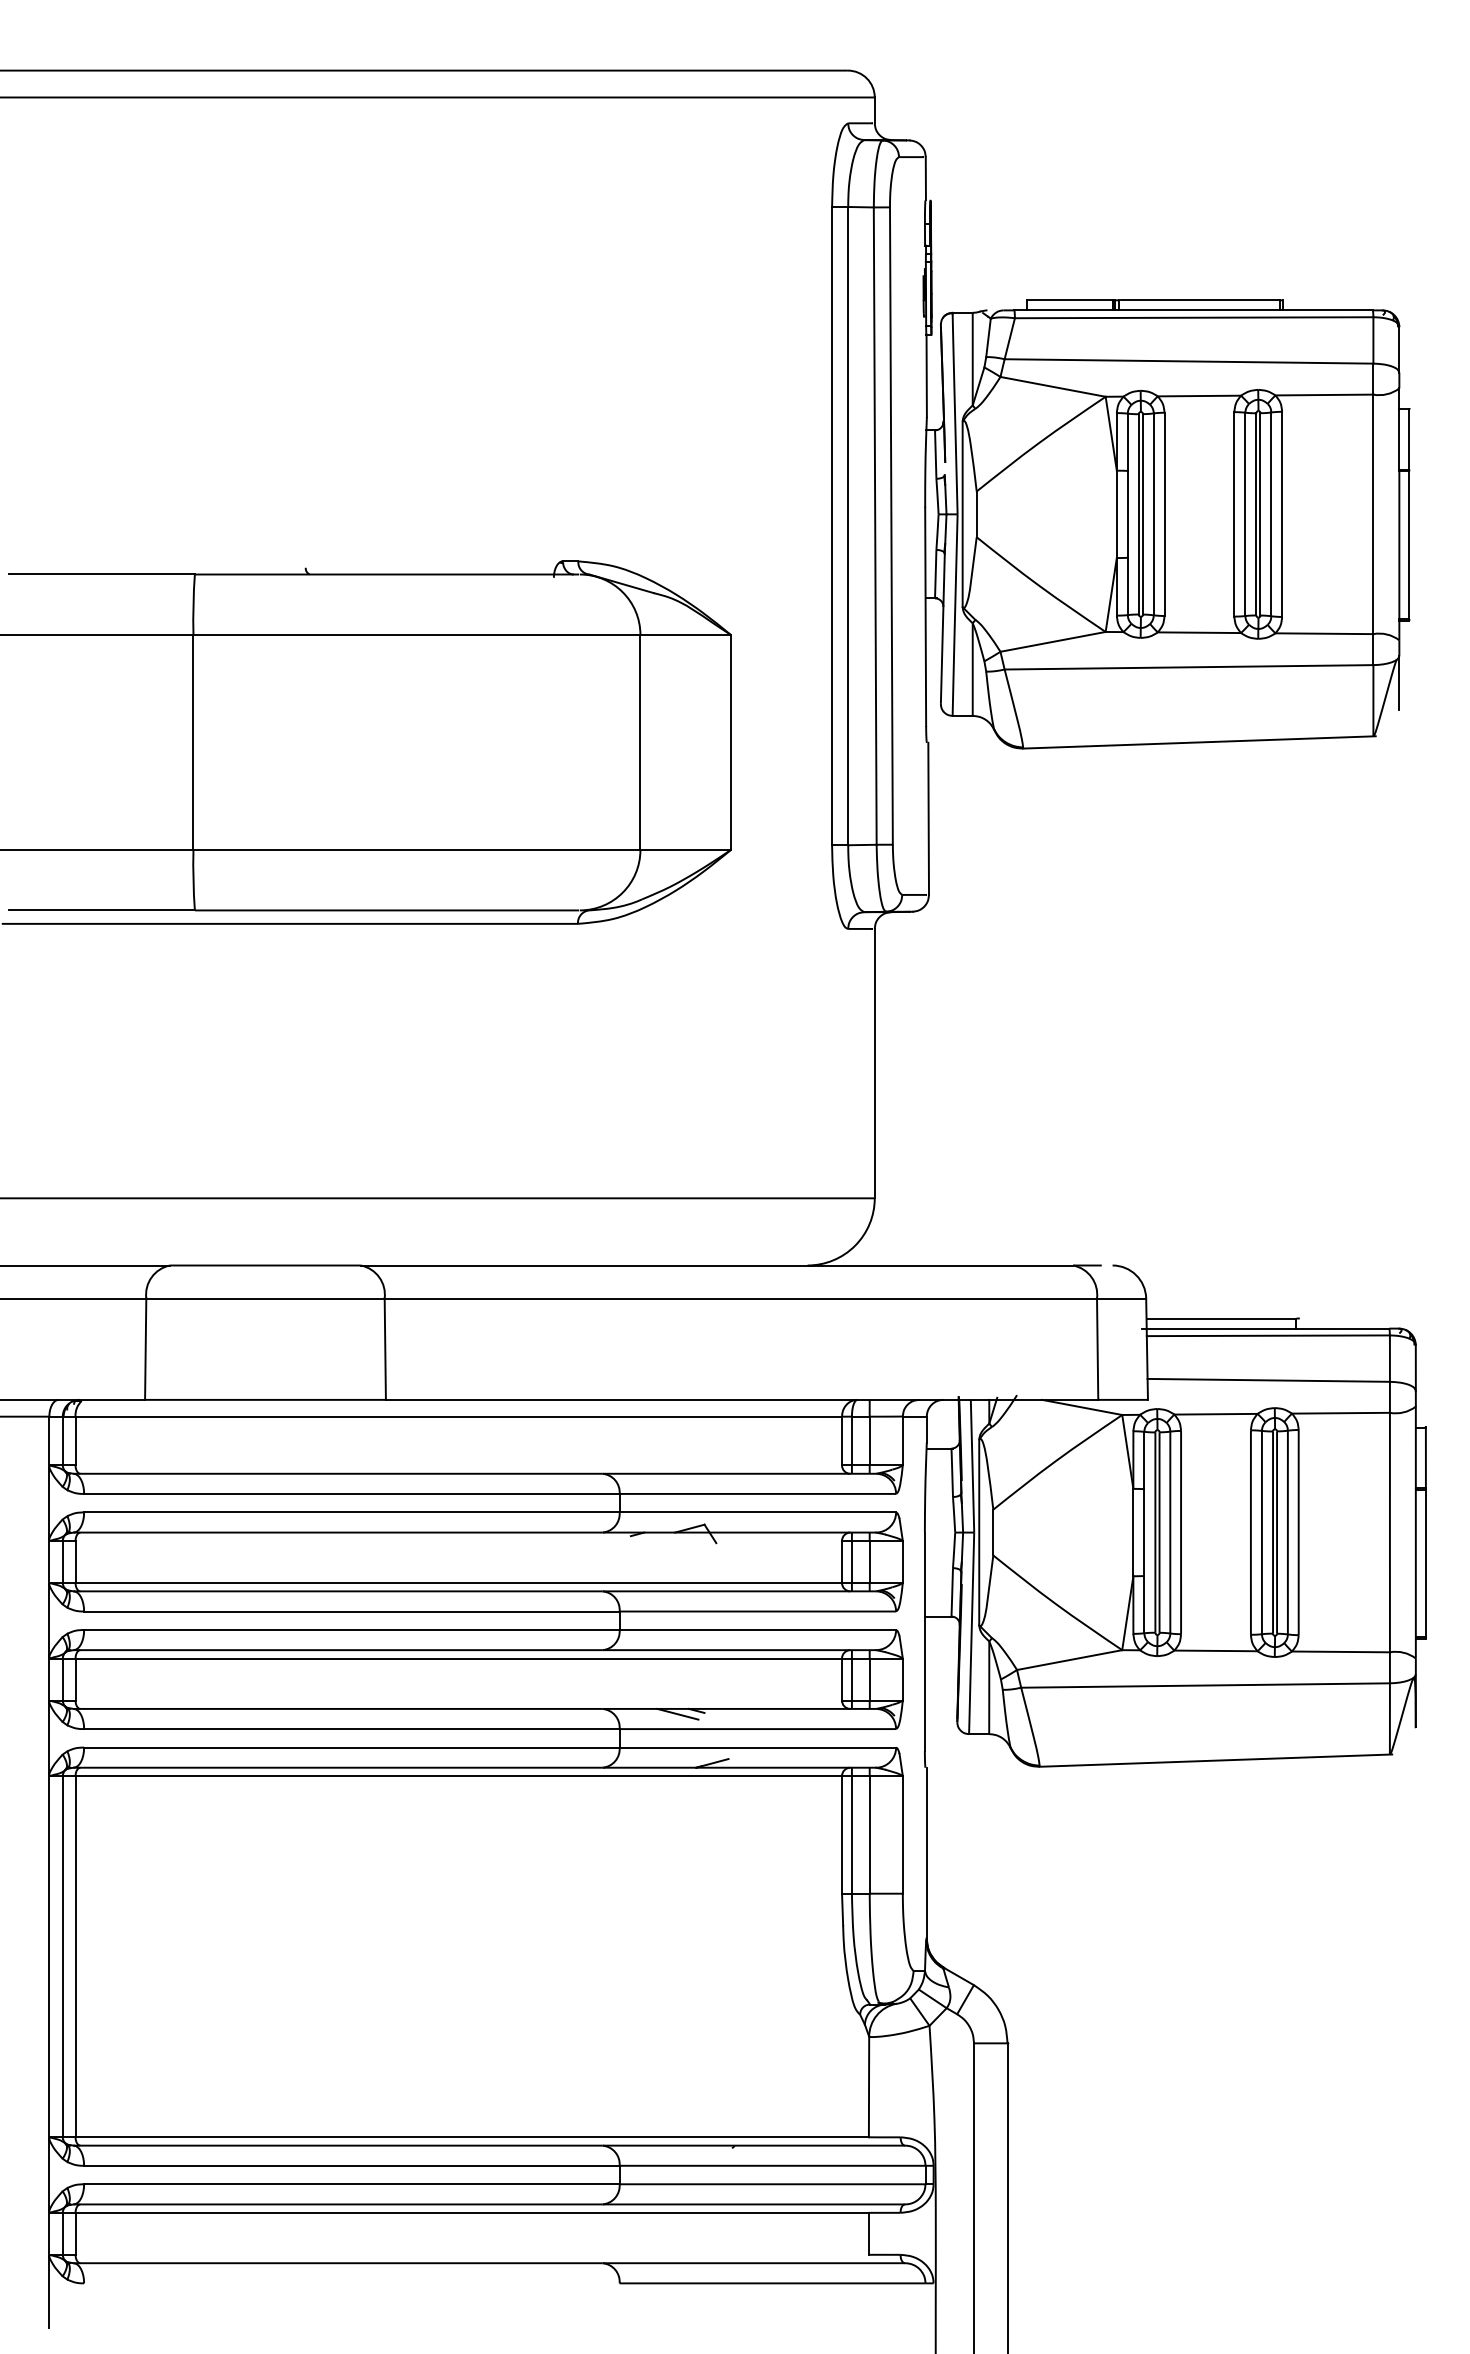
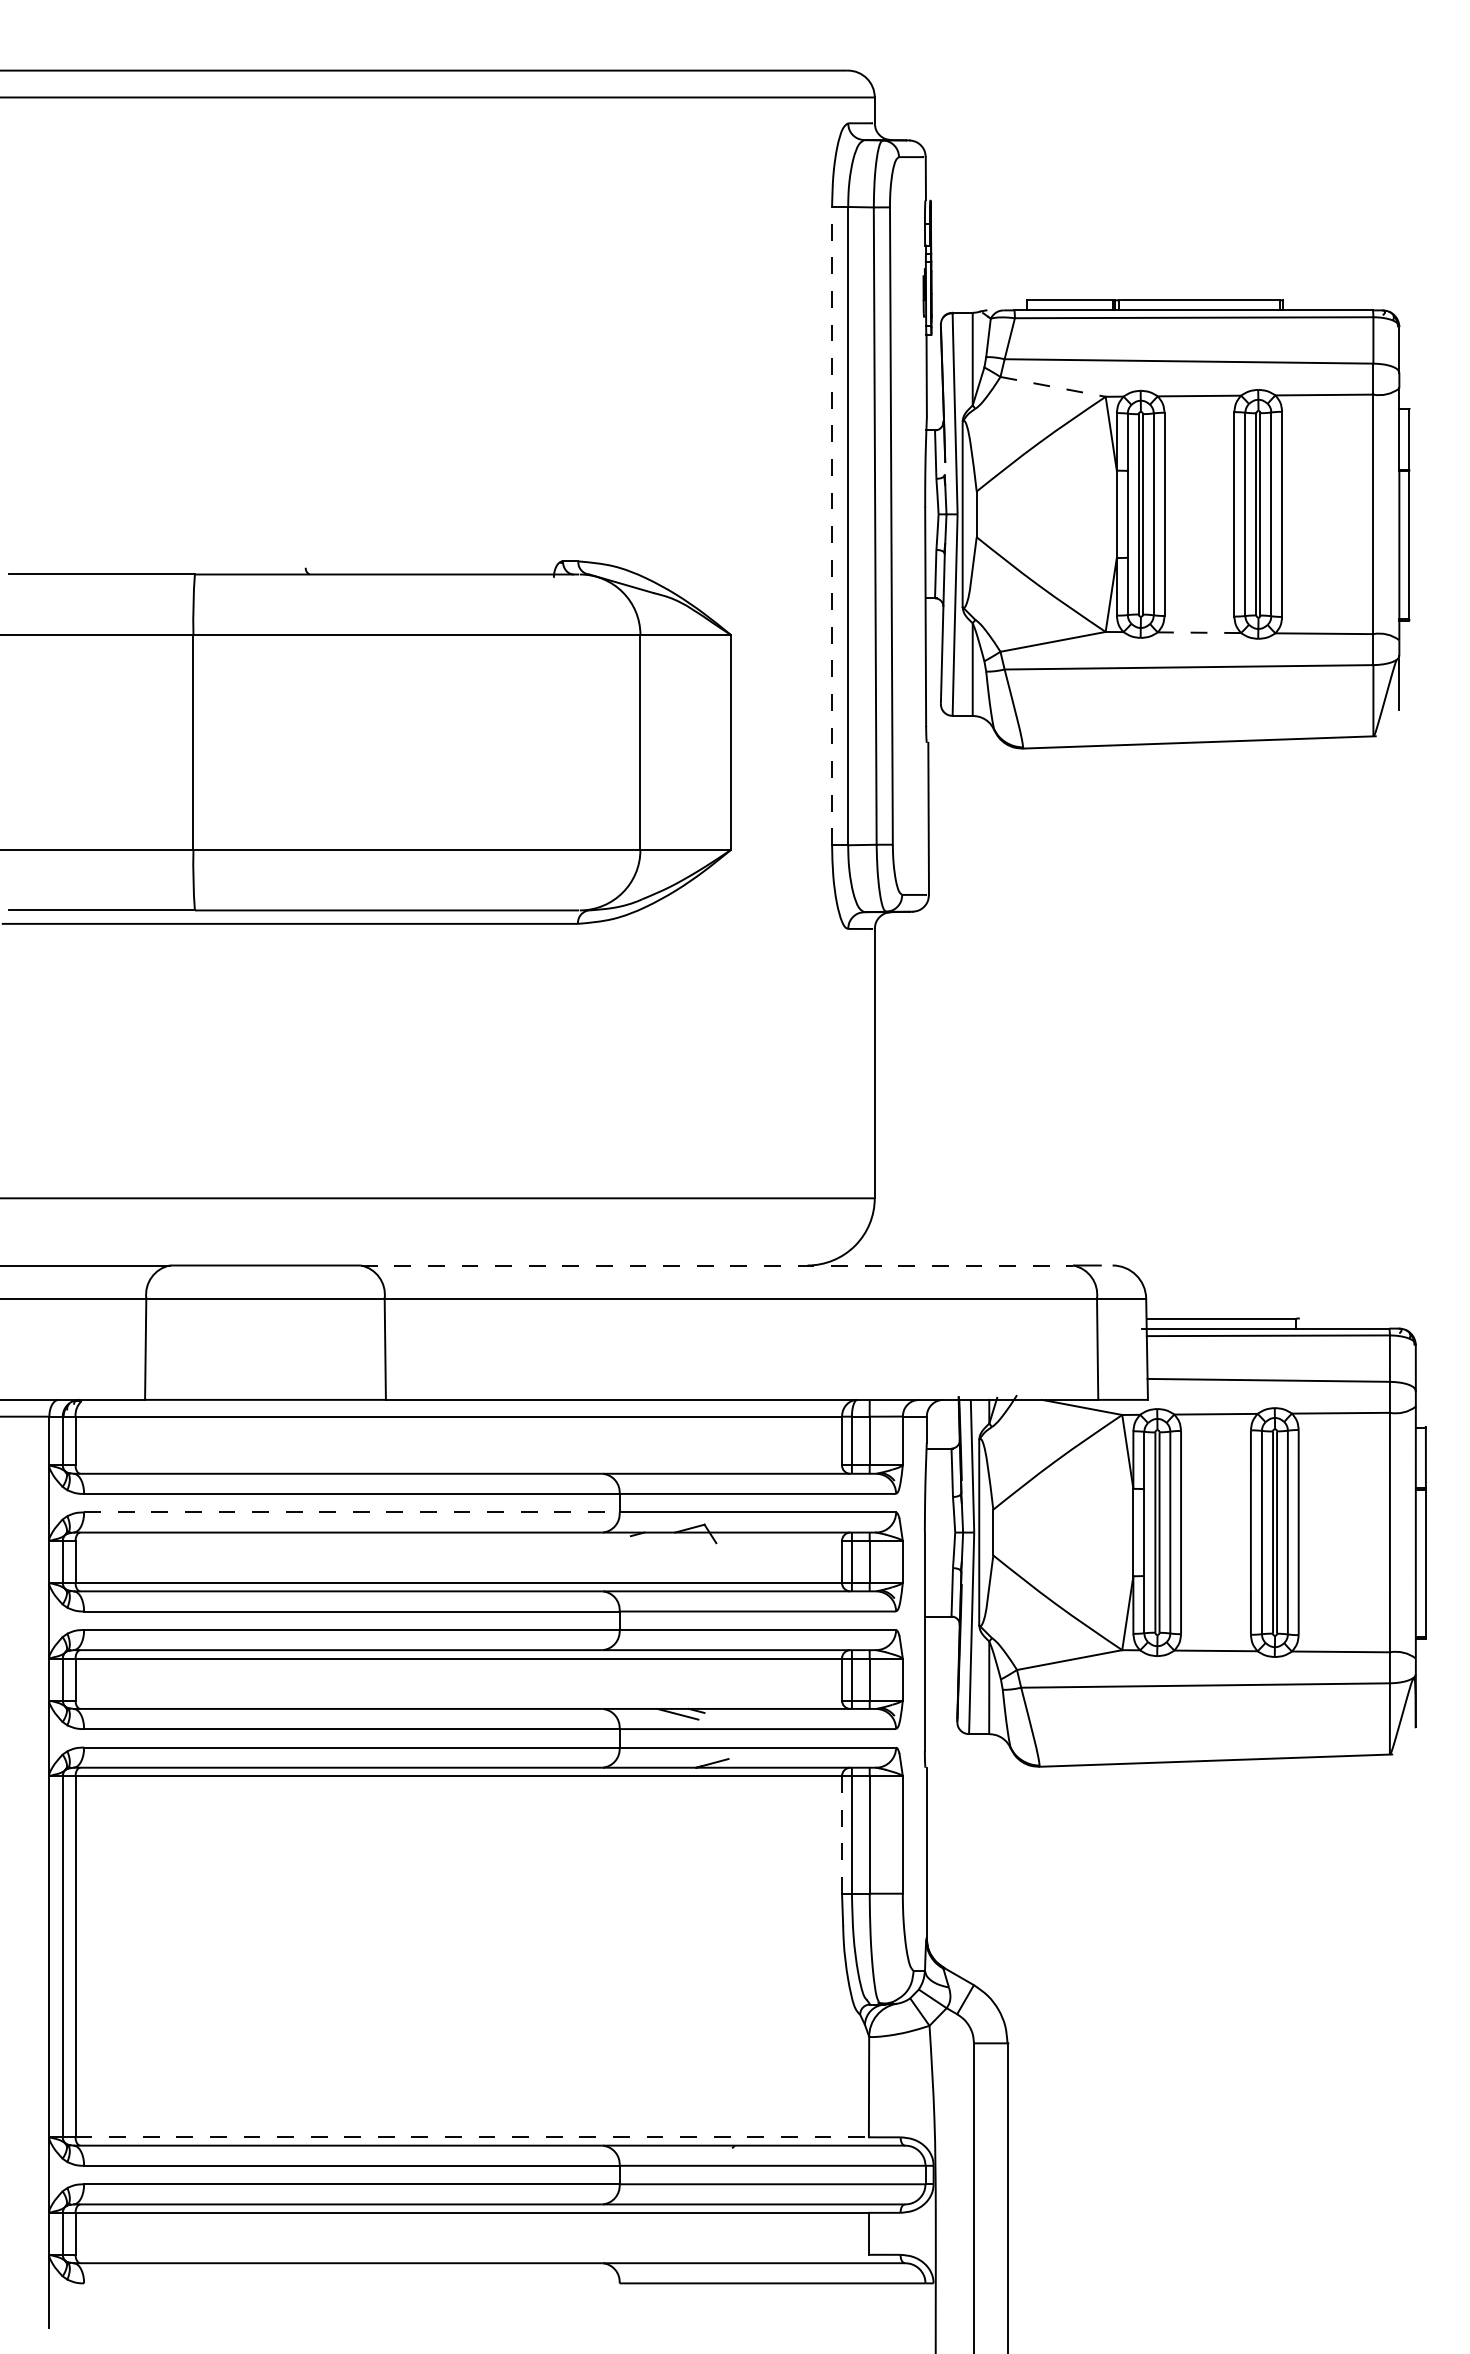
line at (1053, 386): solid -> dashed
line at (832, 525): solid -> dashed
line at (1199, 632): solid -> dashed
line at (717, 1265): solid -> dashed
line at (351, 1512): solid -> dashed
line at (842, 1834): solid -> dashed
line at (472, 2137): solid -> dashed
